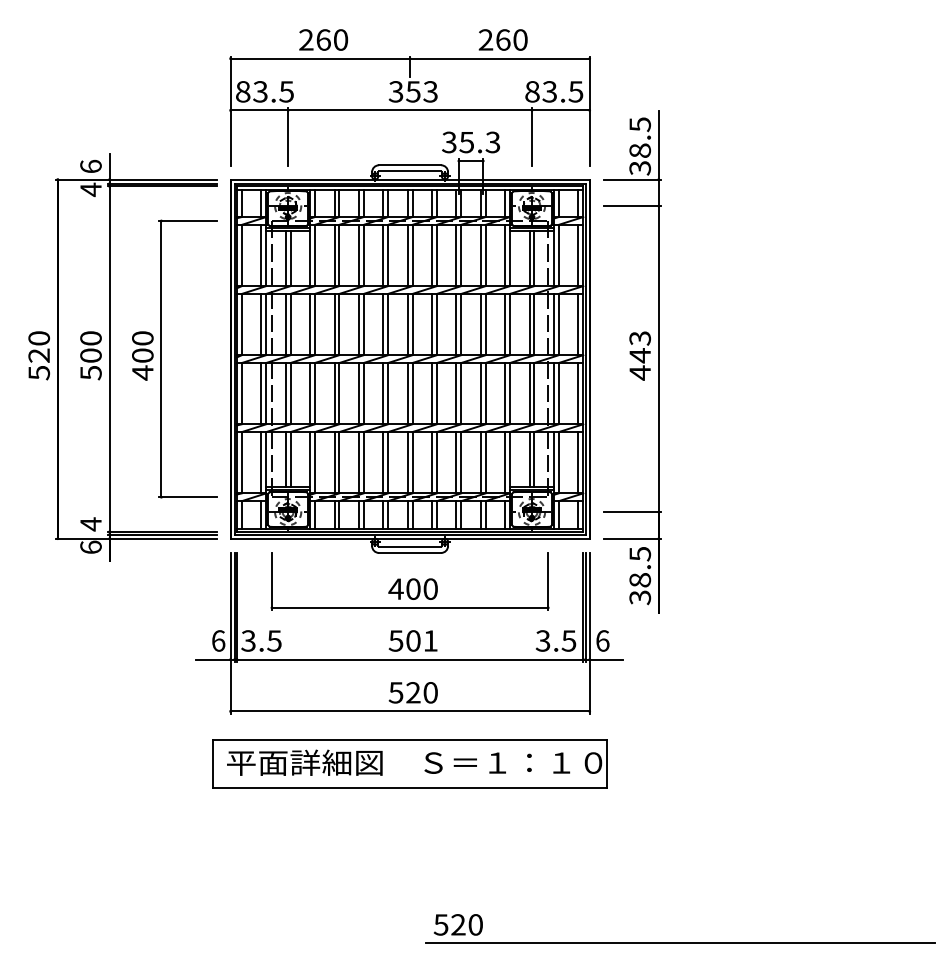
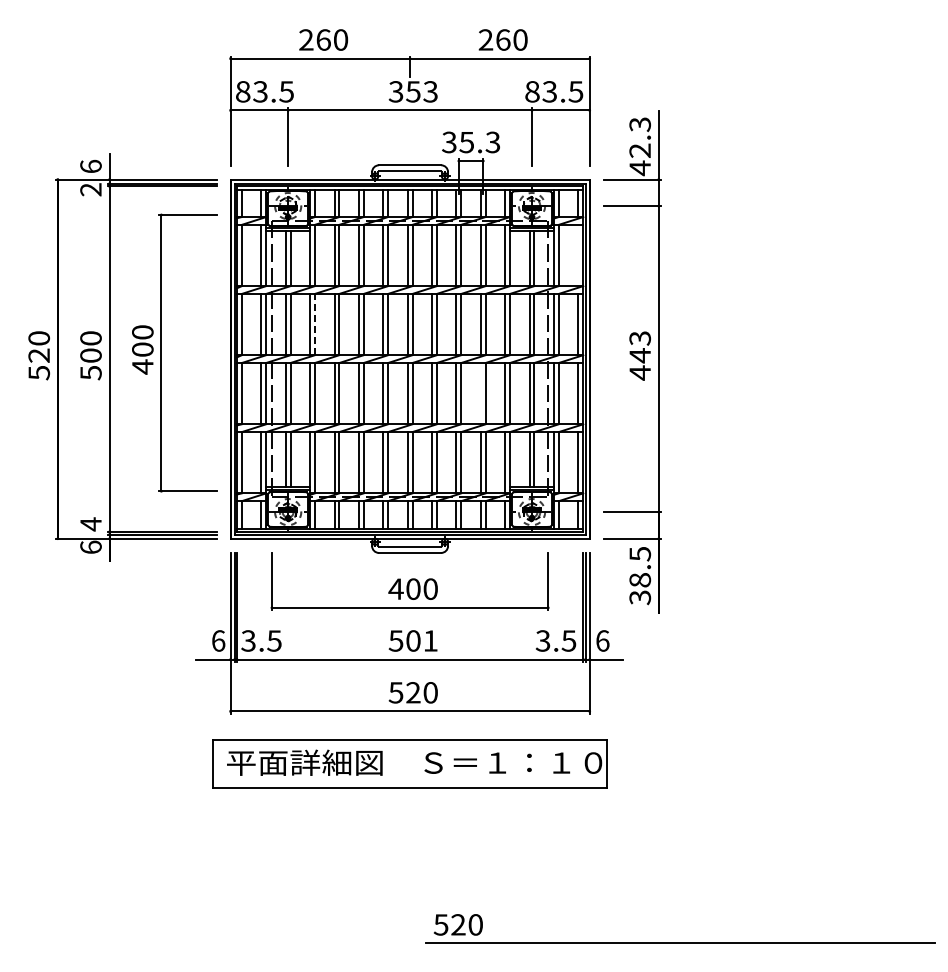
text at (640, 146): 38.5 -> 42.3
text at (90, 189): 4 -> 2
line at (578, 255): present -> none
line at (314, 324): solid -> dashed
part at (161, 358) position: (161, 358) -> (161, 352)
line at (480, 393): present -> none
